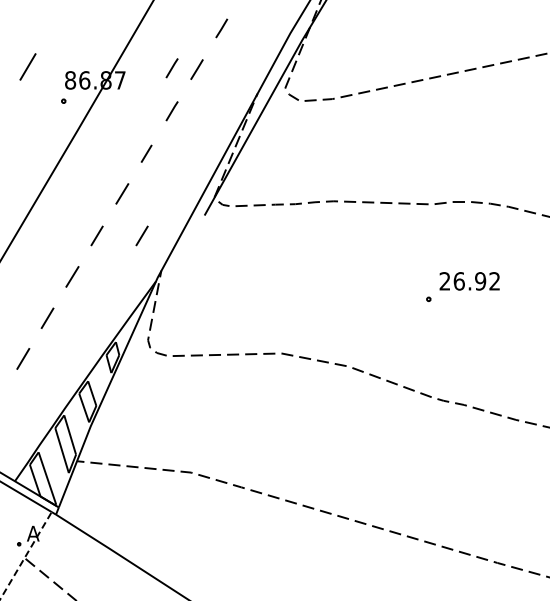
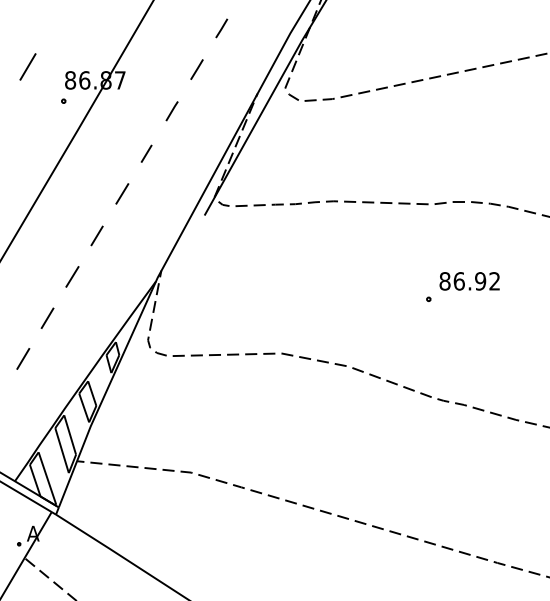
line at (171, 68): present -> none
line at (141, 235): present -> none
text at (444, 281): 26.92 -> 86.92
line at (26, 555): dashed -> solid
